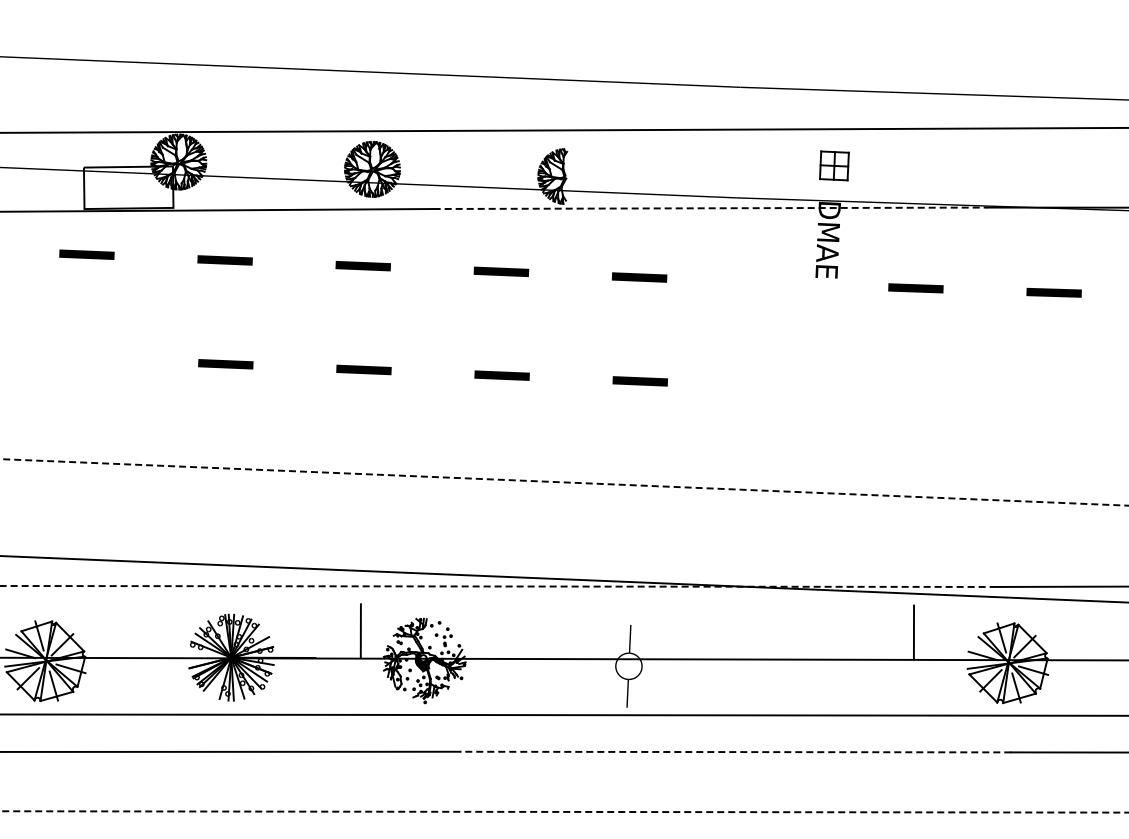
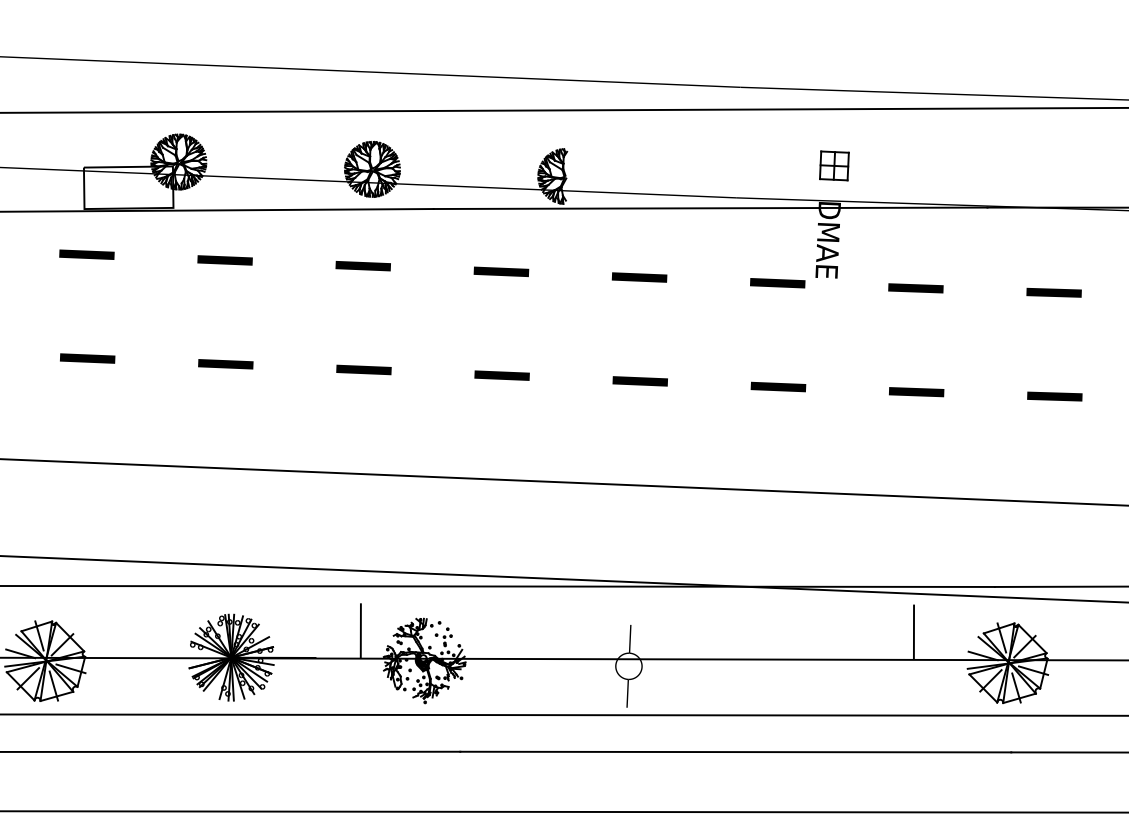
line at (563, 129) position: (563, 129) -> (563, 109)
line at (710, 208): dashed -> solid
part at (777, 283): none -> present
part at (87, 358): none -> present
part at (778, 386): none -> present
part at (916, 392): none -> present
part at (1054, 396): none -> present
line at (563, 482): dashed -> solid
line at (498, 586): dashed -> solid
line at (735, 752): dashed -> solid
line at (564, 811): dashed -> solid
